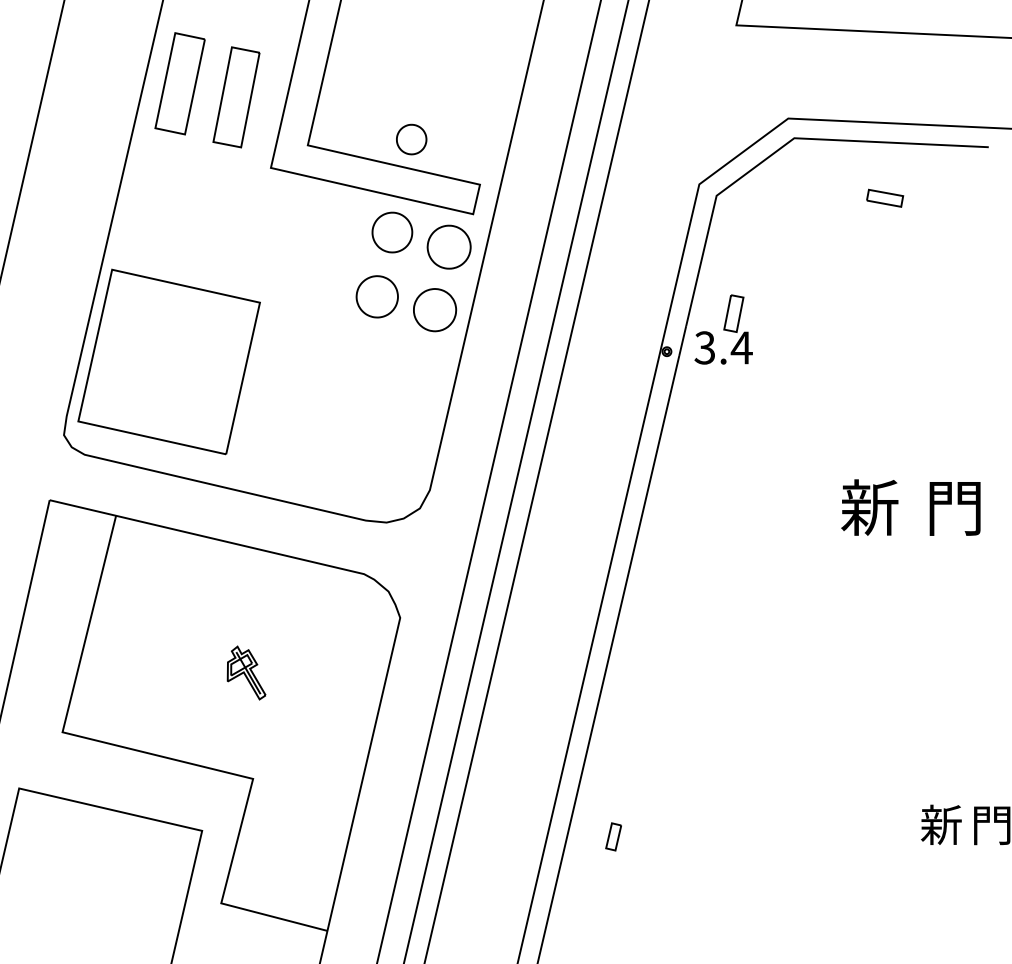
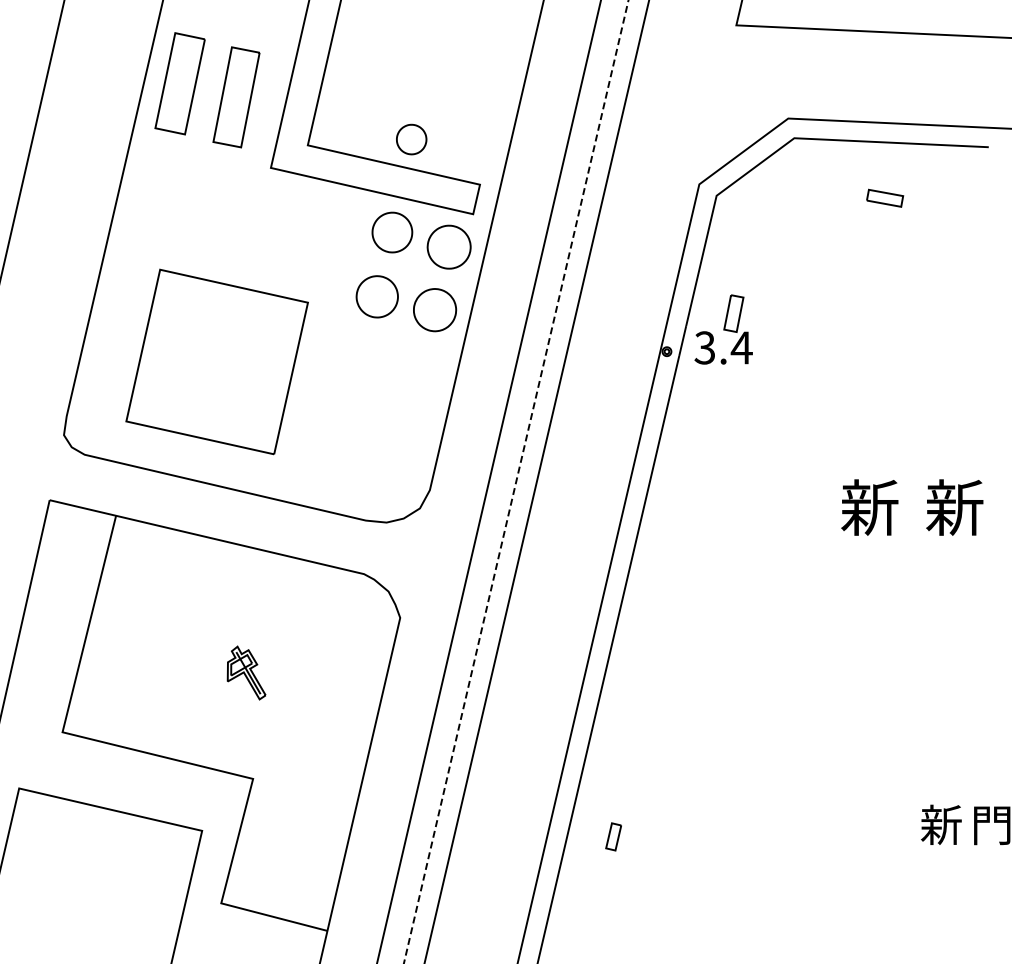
part at (168, 361) position: (168, 361) -> (216, 361)
line at (516, 482): solid -> dashed
text at (954, 507): 門 -> 新
